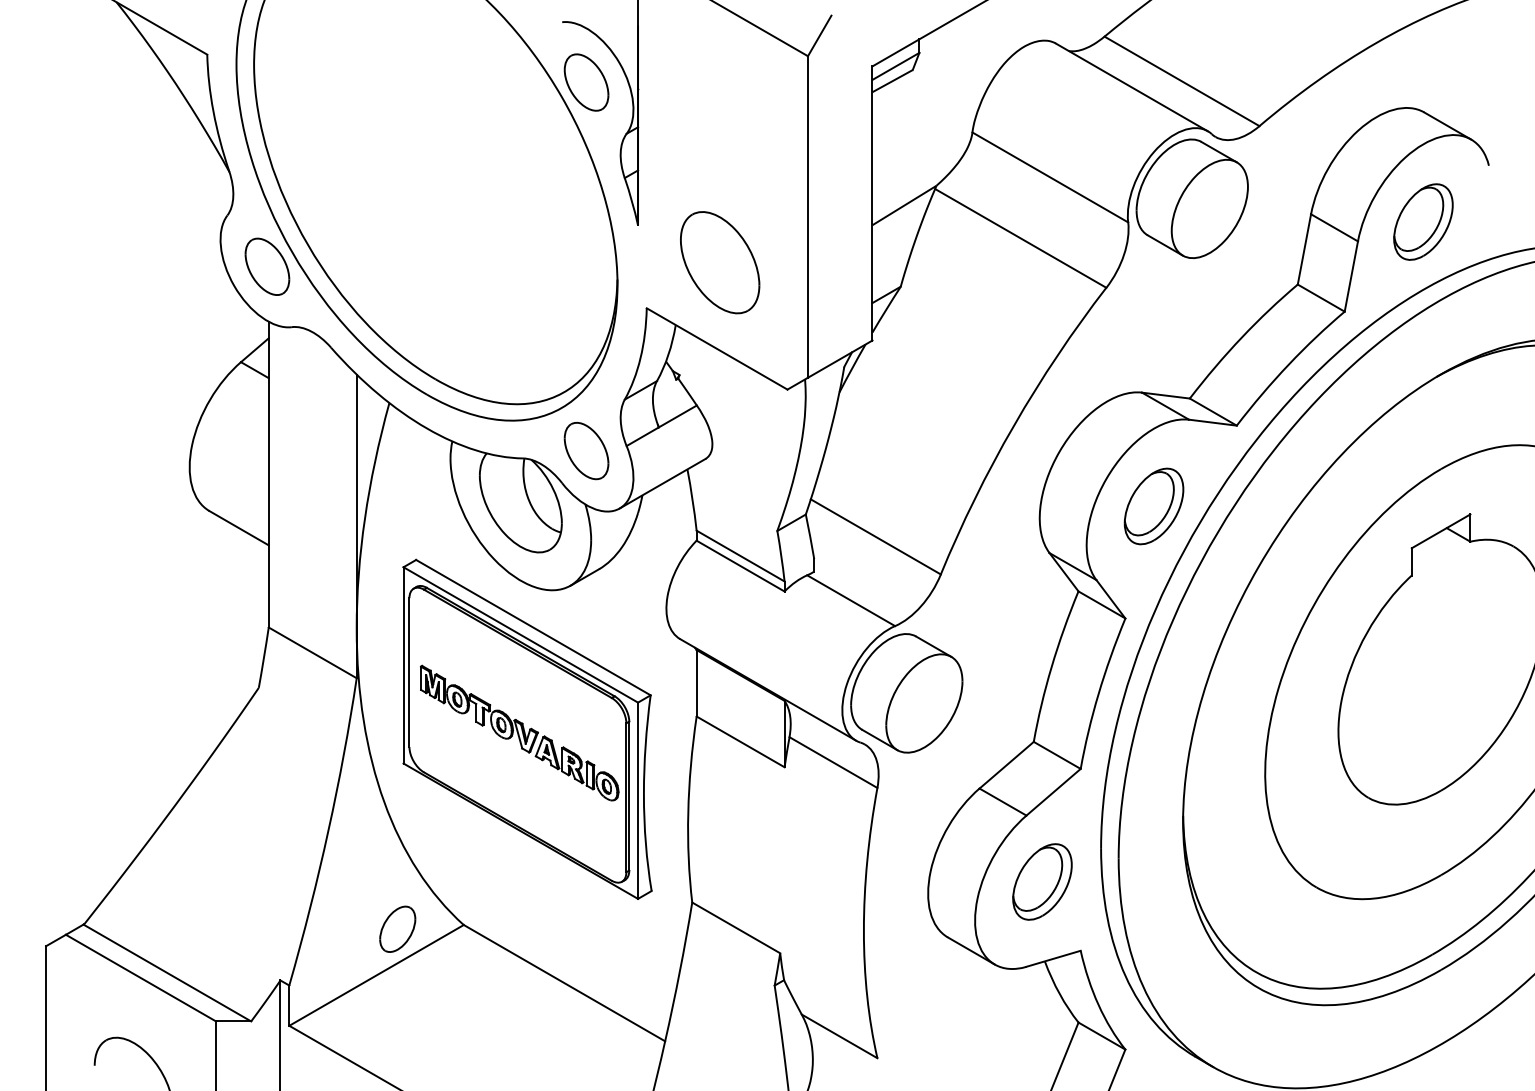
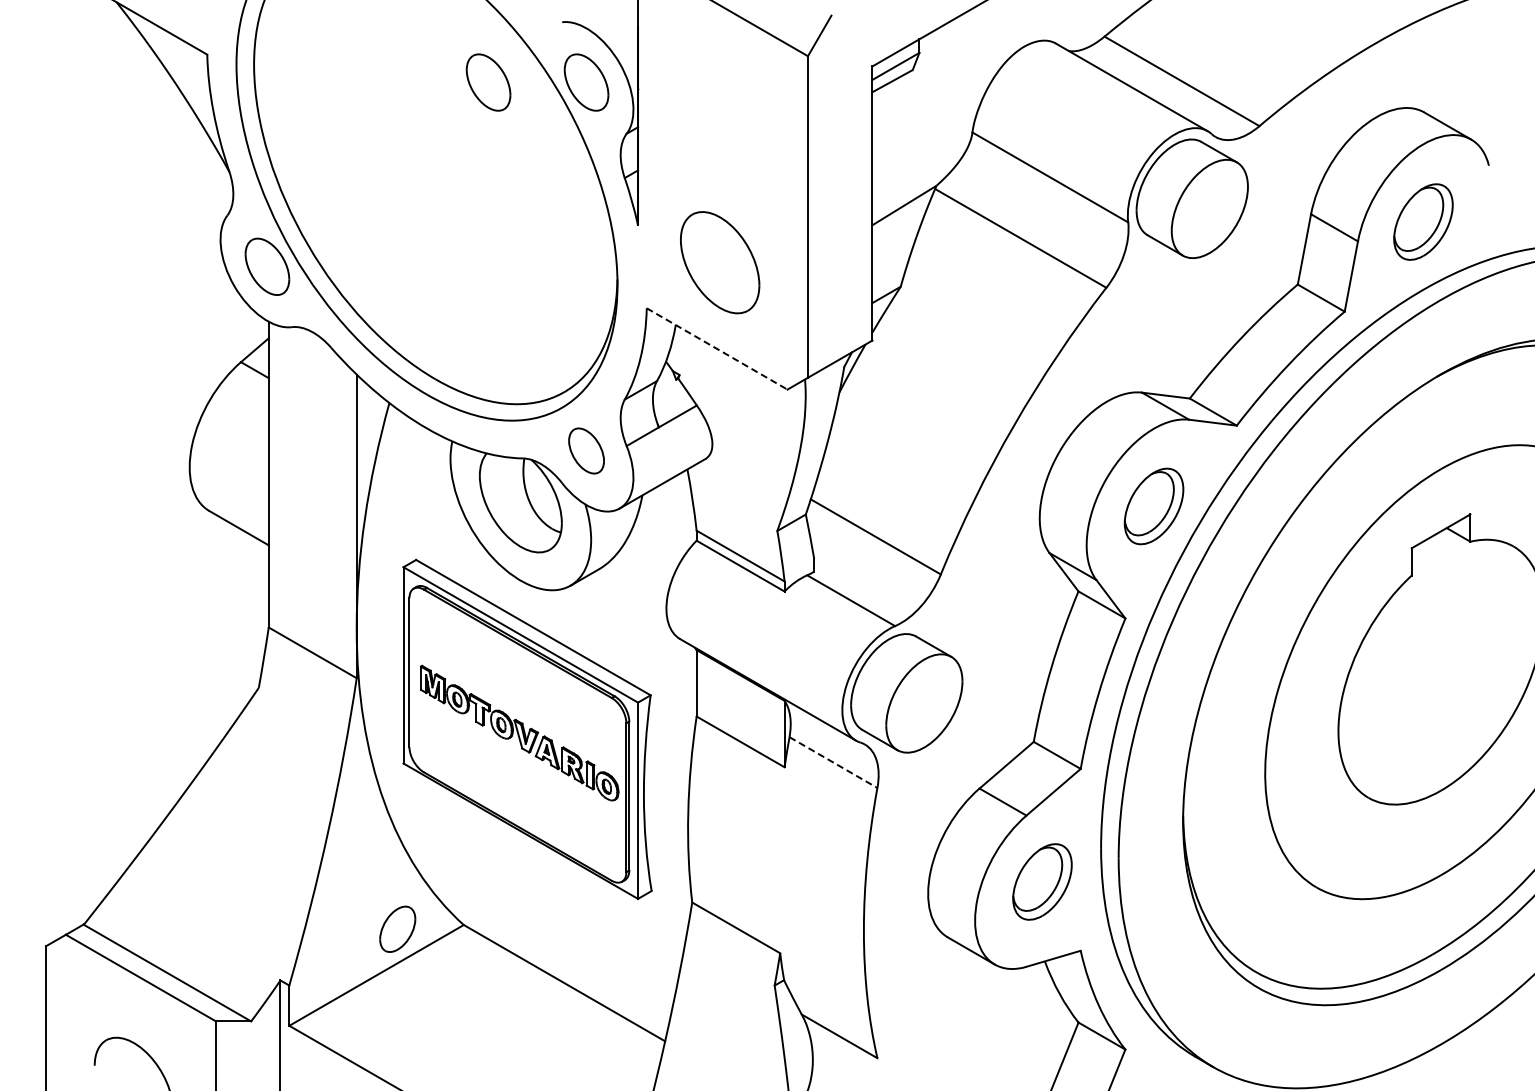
part at (488, 82): none -> present
line at (717, 349): solid -> dashed
part at (586, 450) size: 47x60 px -> 37x48 px
line at (833, 762): solid -> dashed
